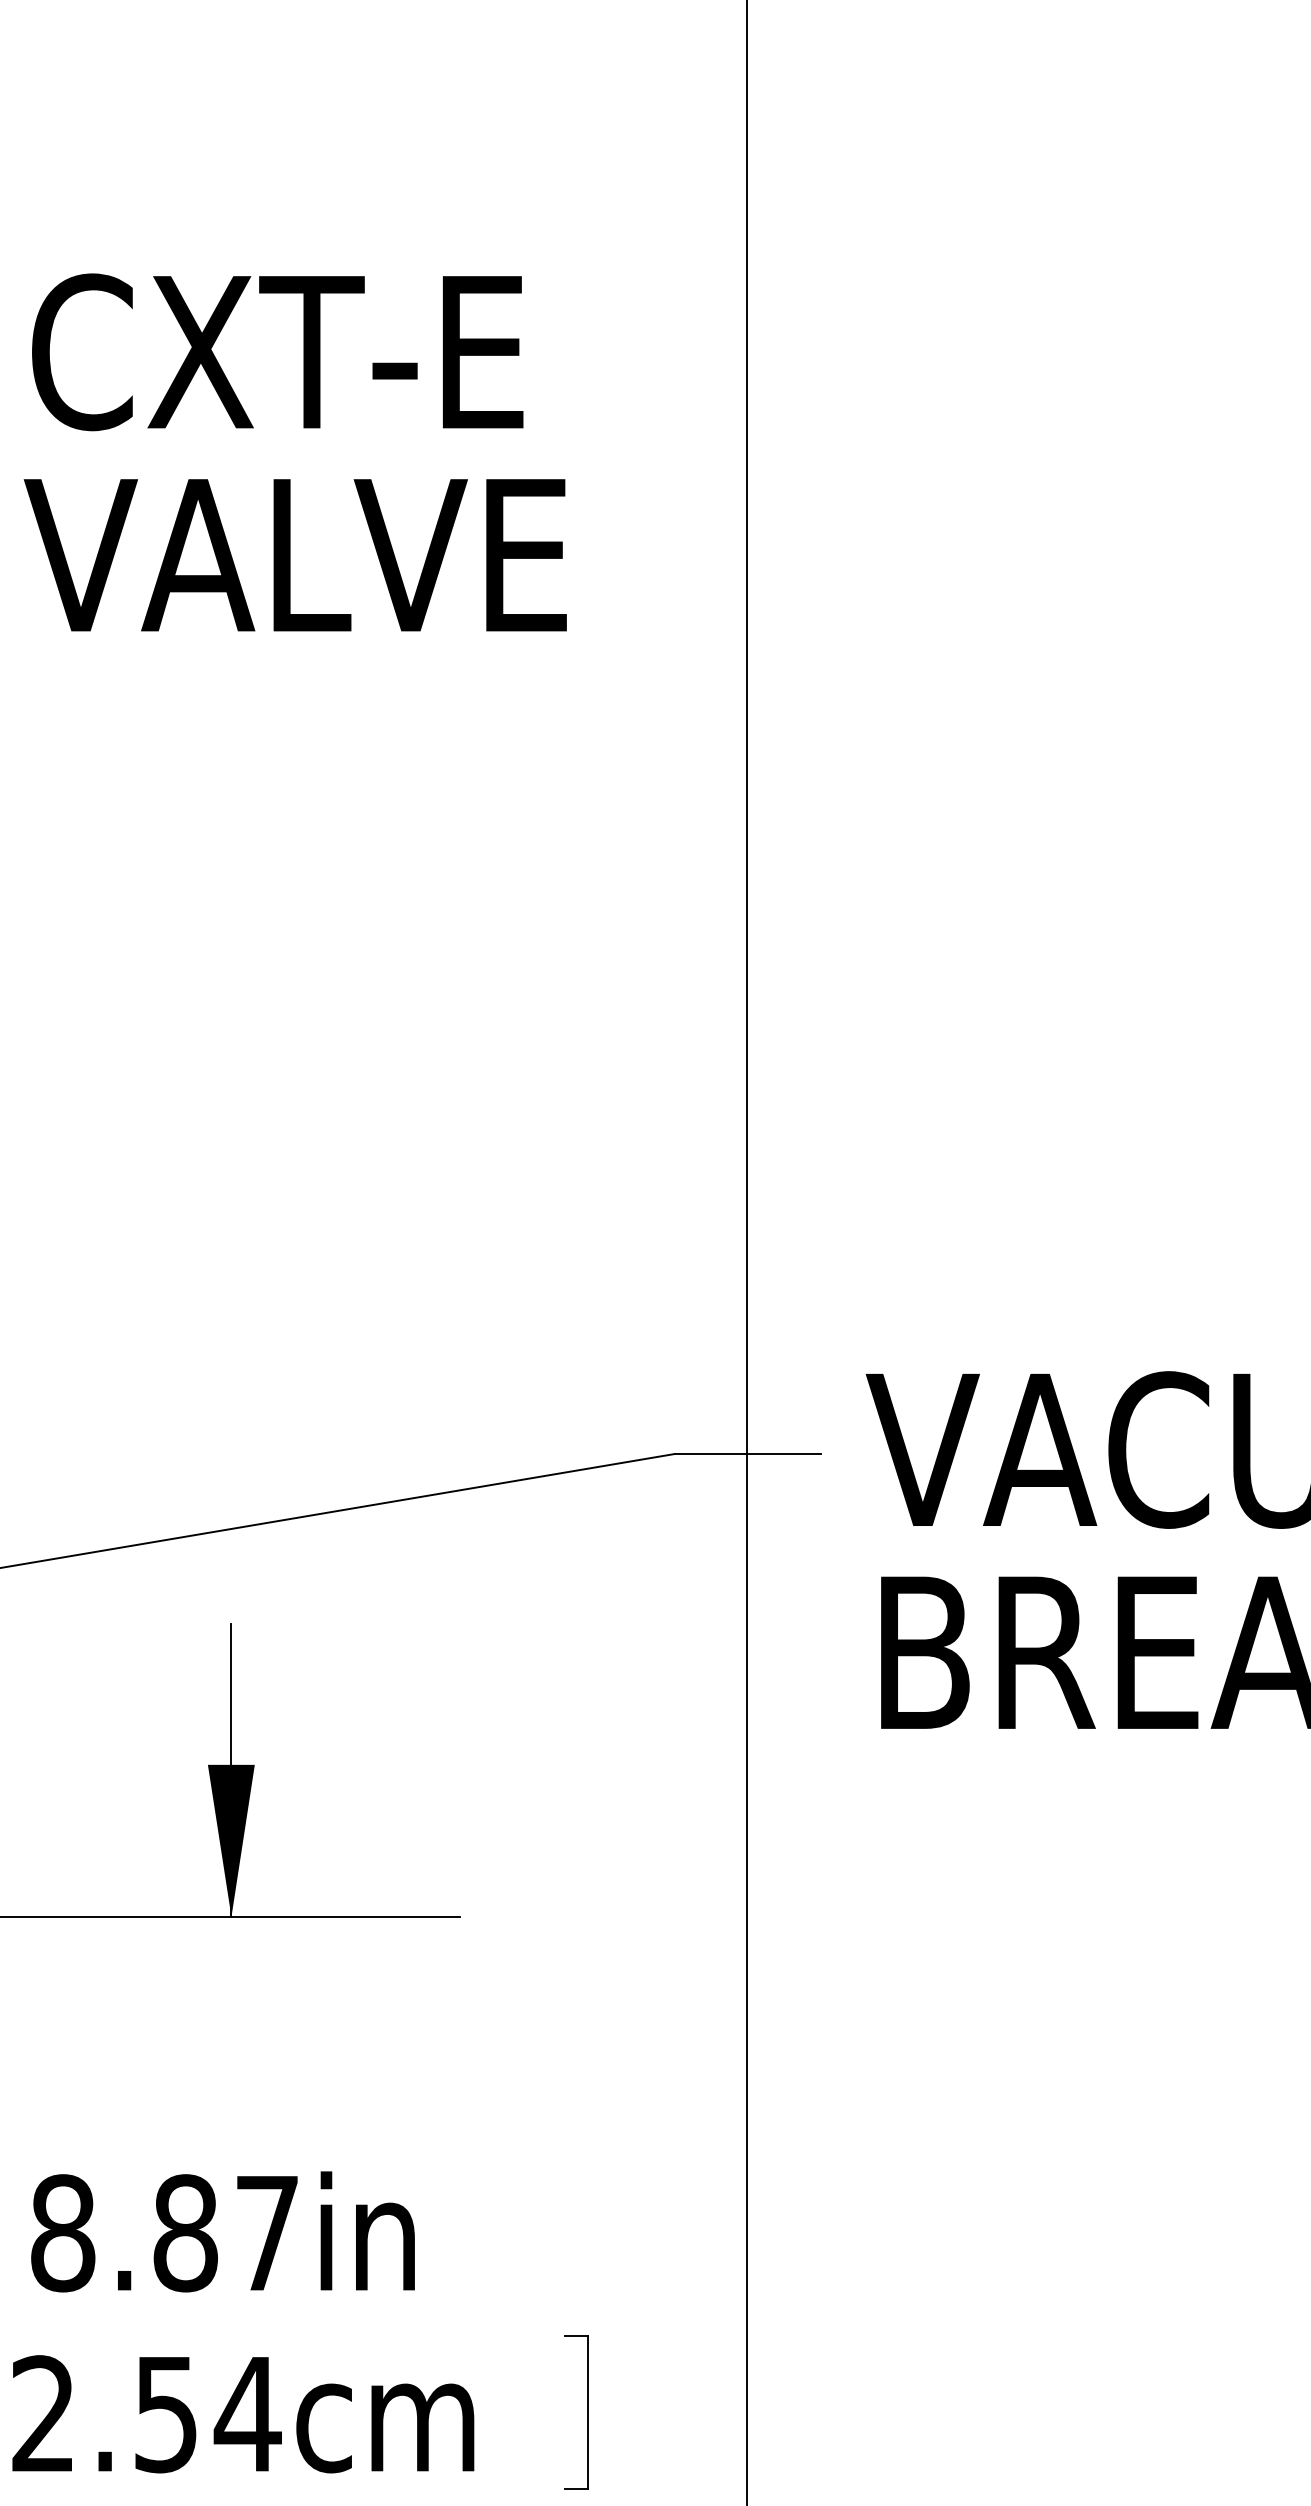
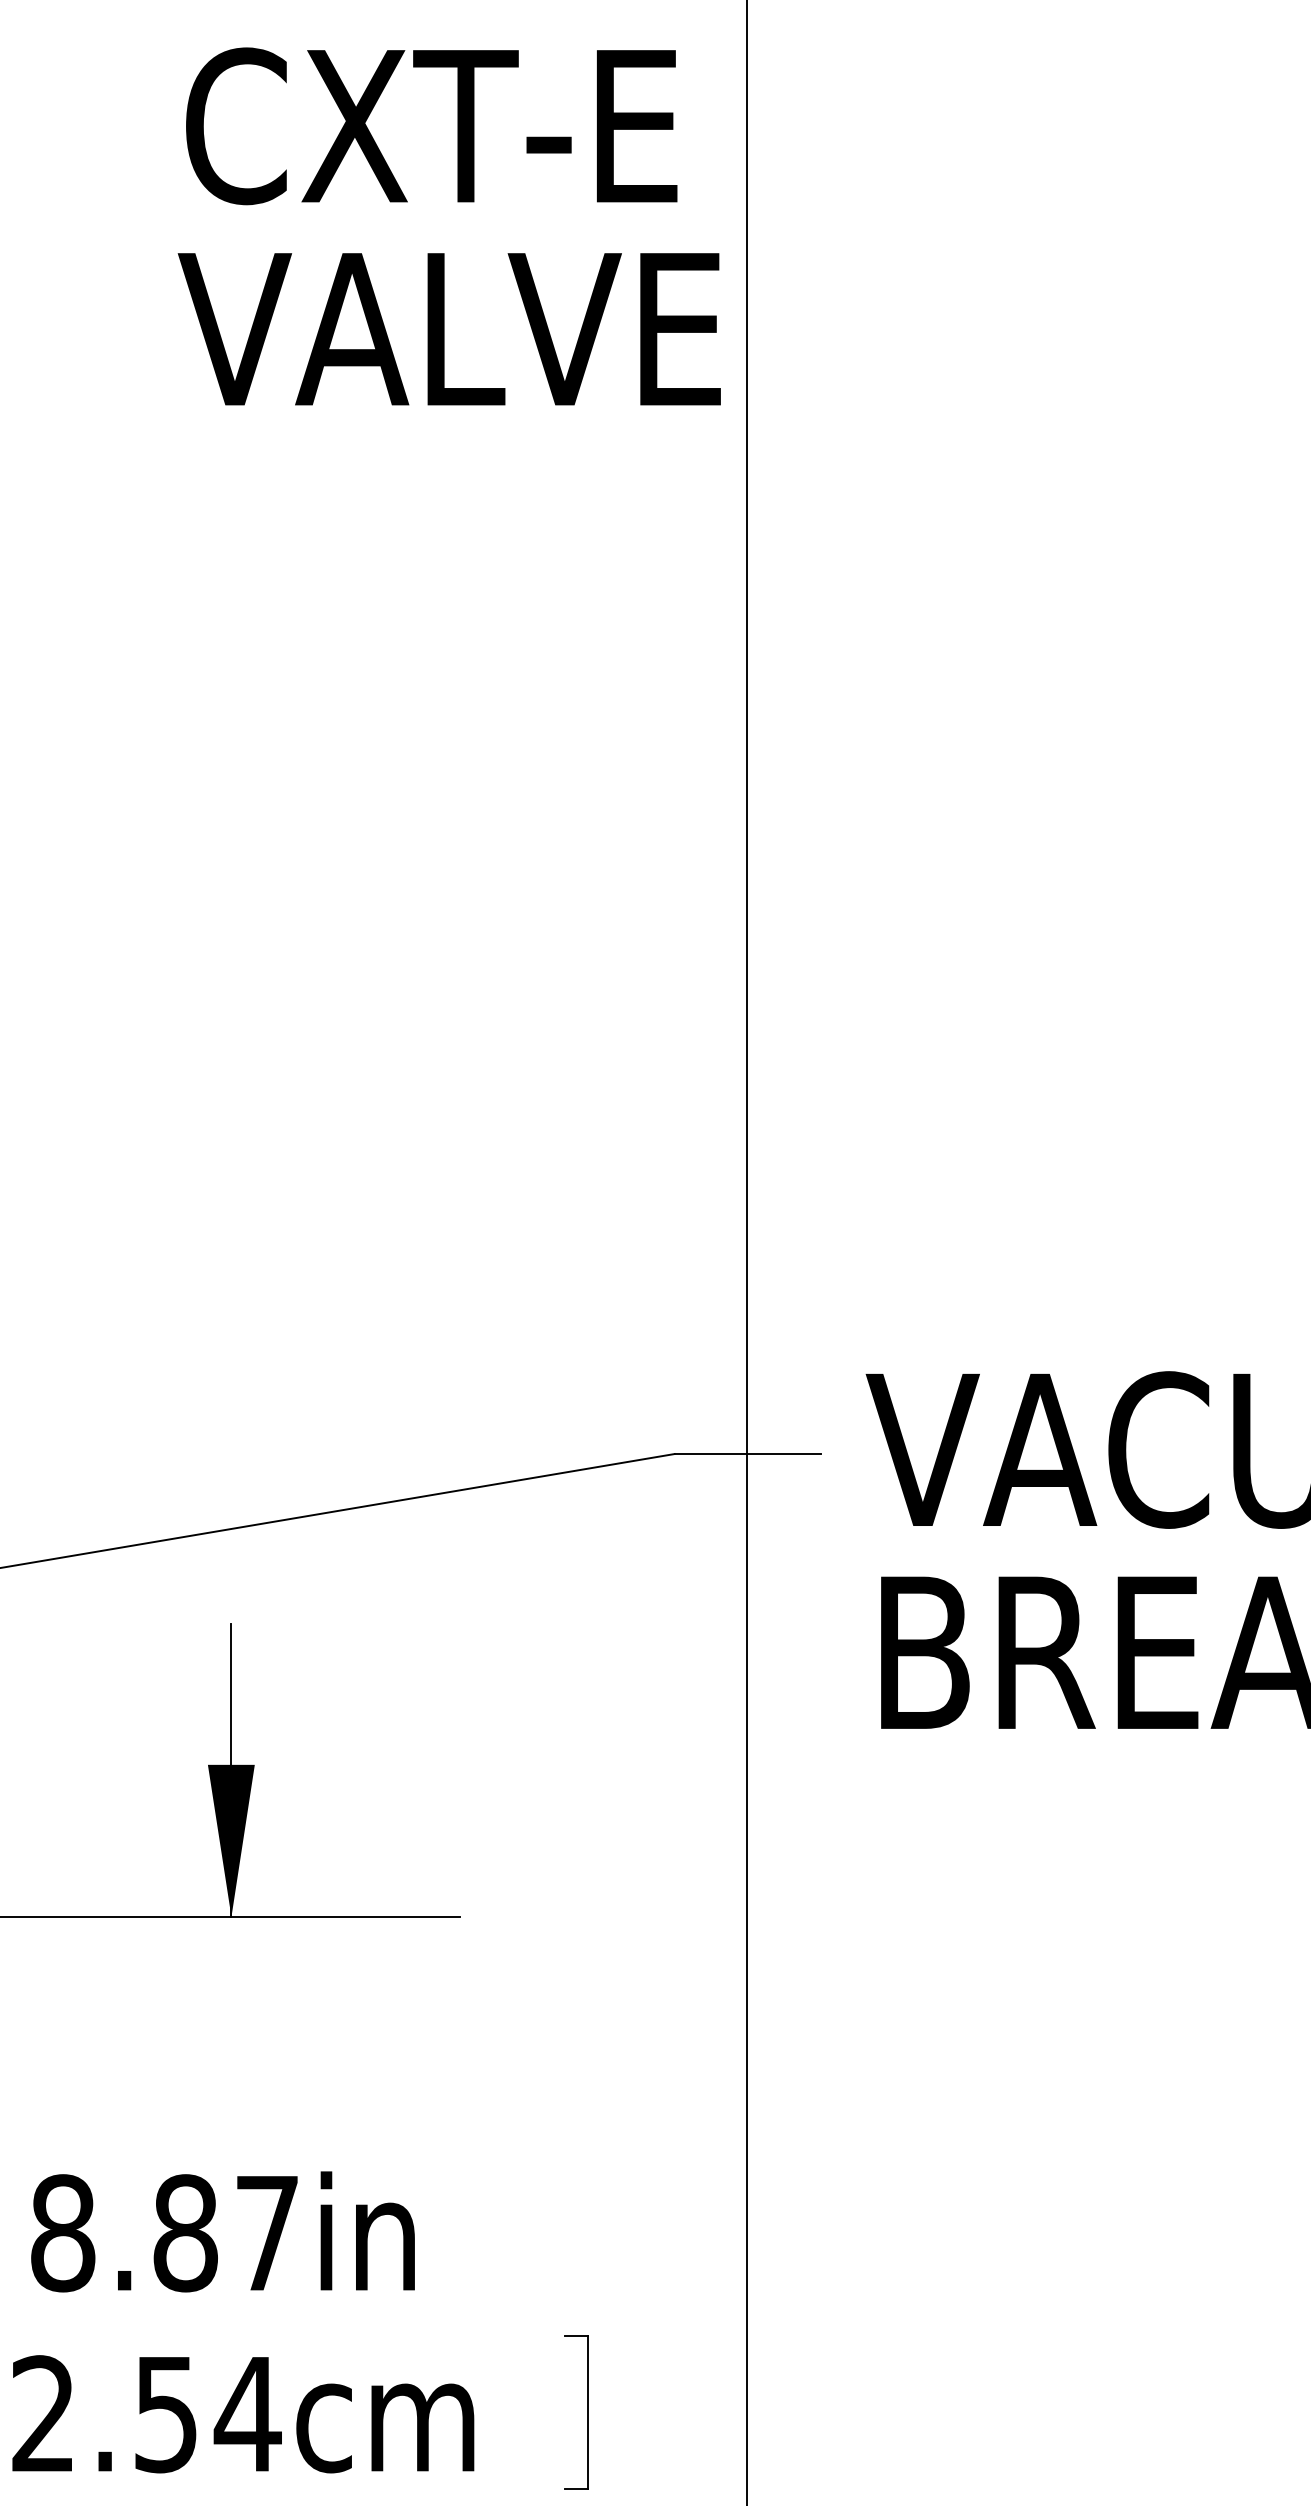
text at (294, 452) position: (294, 452) -> (448, 226)
